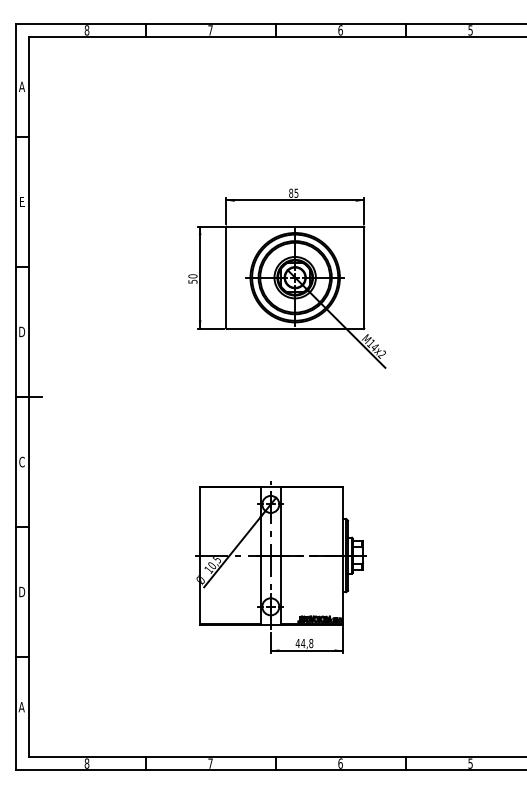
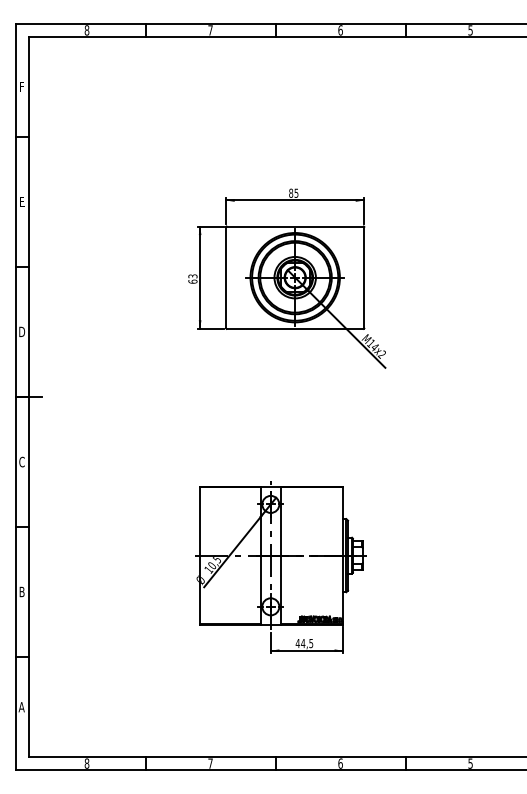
text at (22, 86): A -> F
text at (192, 278): 50 -> 63
text at (22, 591): D -> B
text at (311, 643): 44,8 -> 44,5
